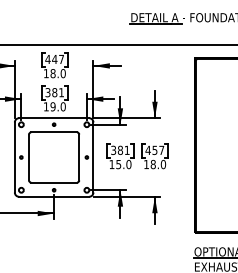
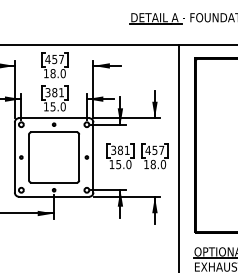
text at (54, 59): 447 -> 457
text at (52, 106): 19.0 -> 15.0
line at (178, 157): none -> present
